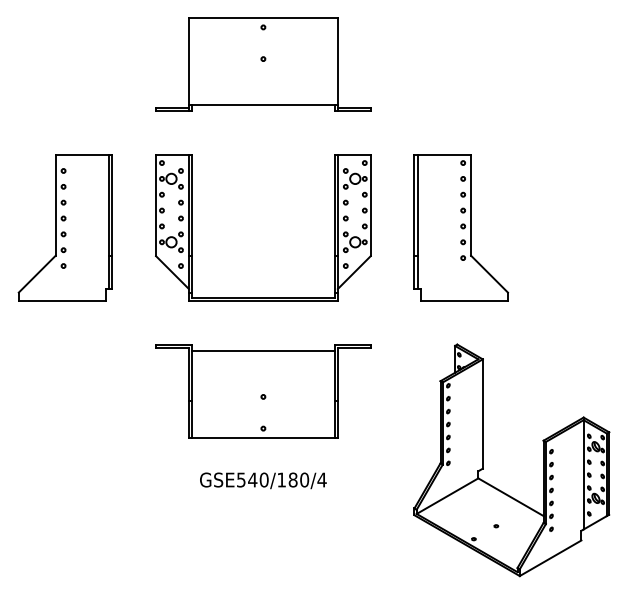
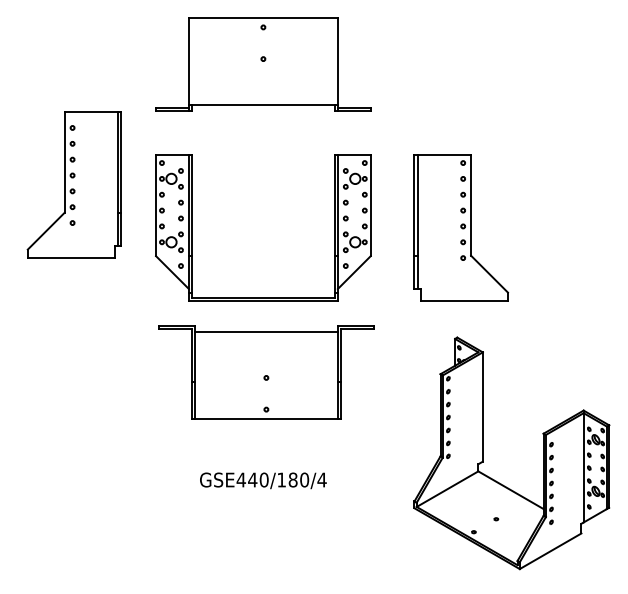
part at (64, 227) position: (64, 227) -> (73, 184)
part at (263, 391) position: (263, 391) -> (266, 372)
part at (483, 460) position: (483, 460) -> (483, 453)
text at (240, 479): GSE540/180/4 -> GSE440/180/4
